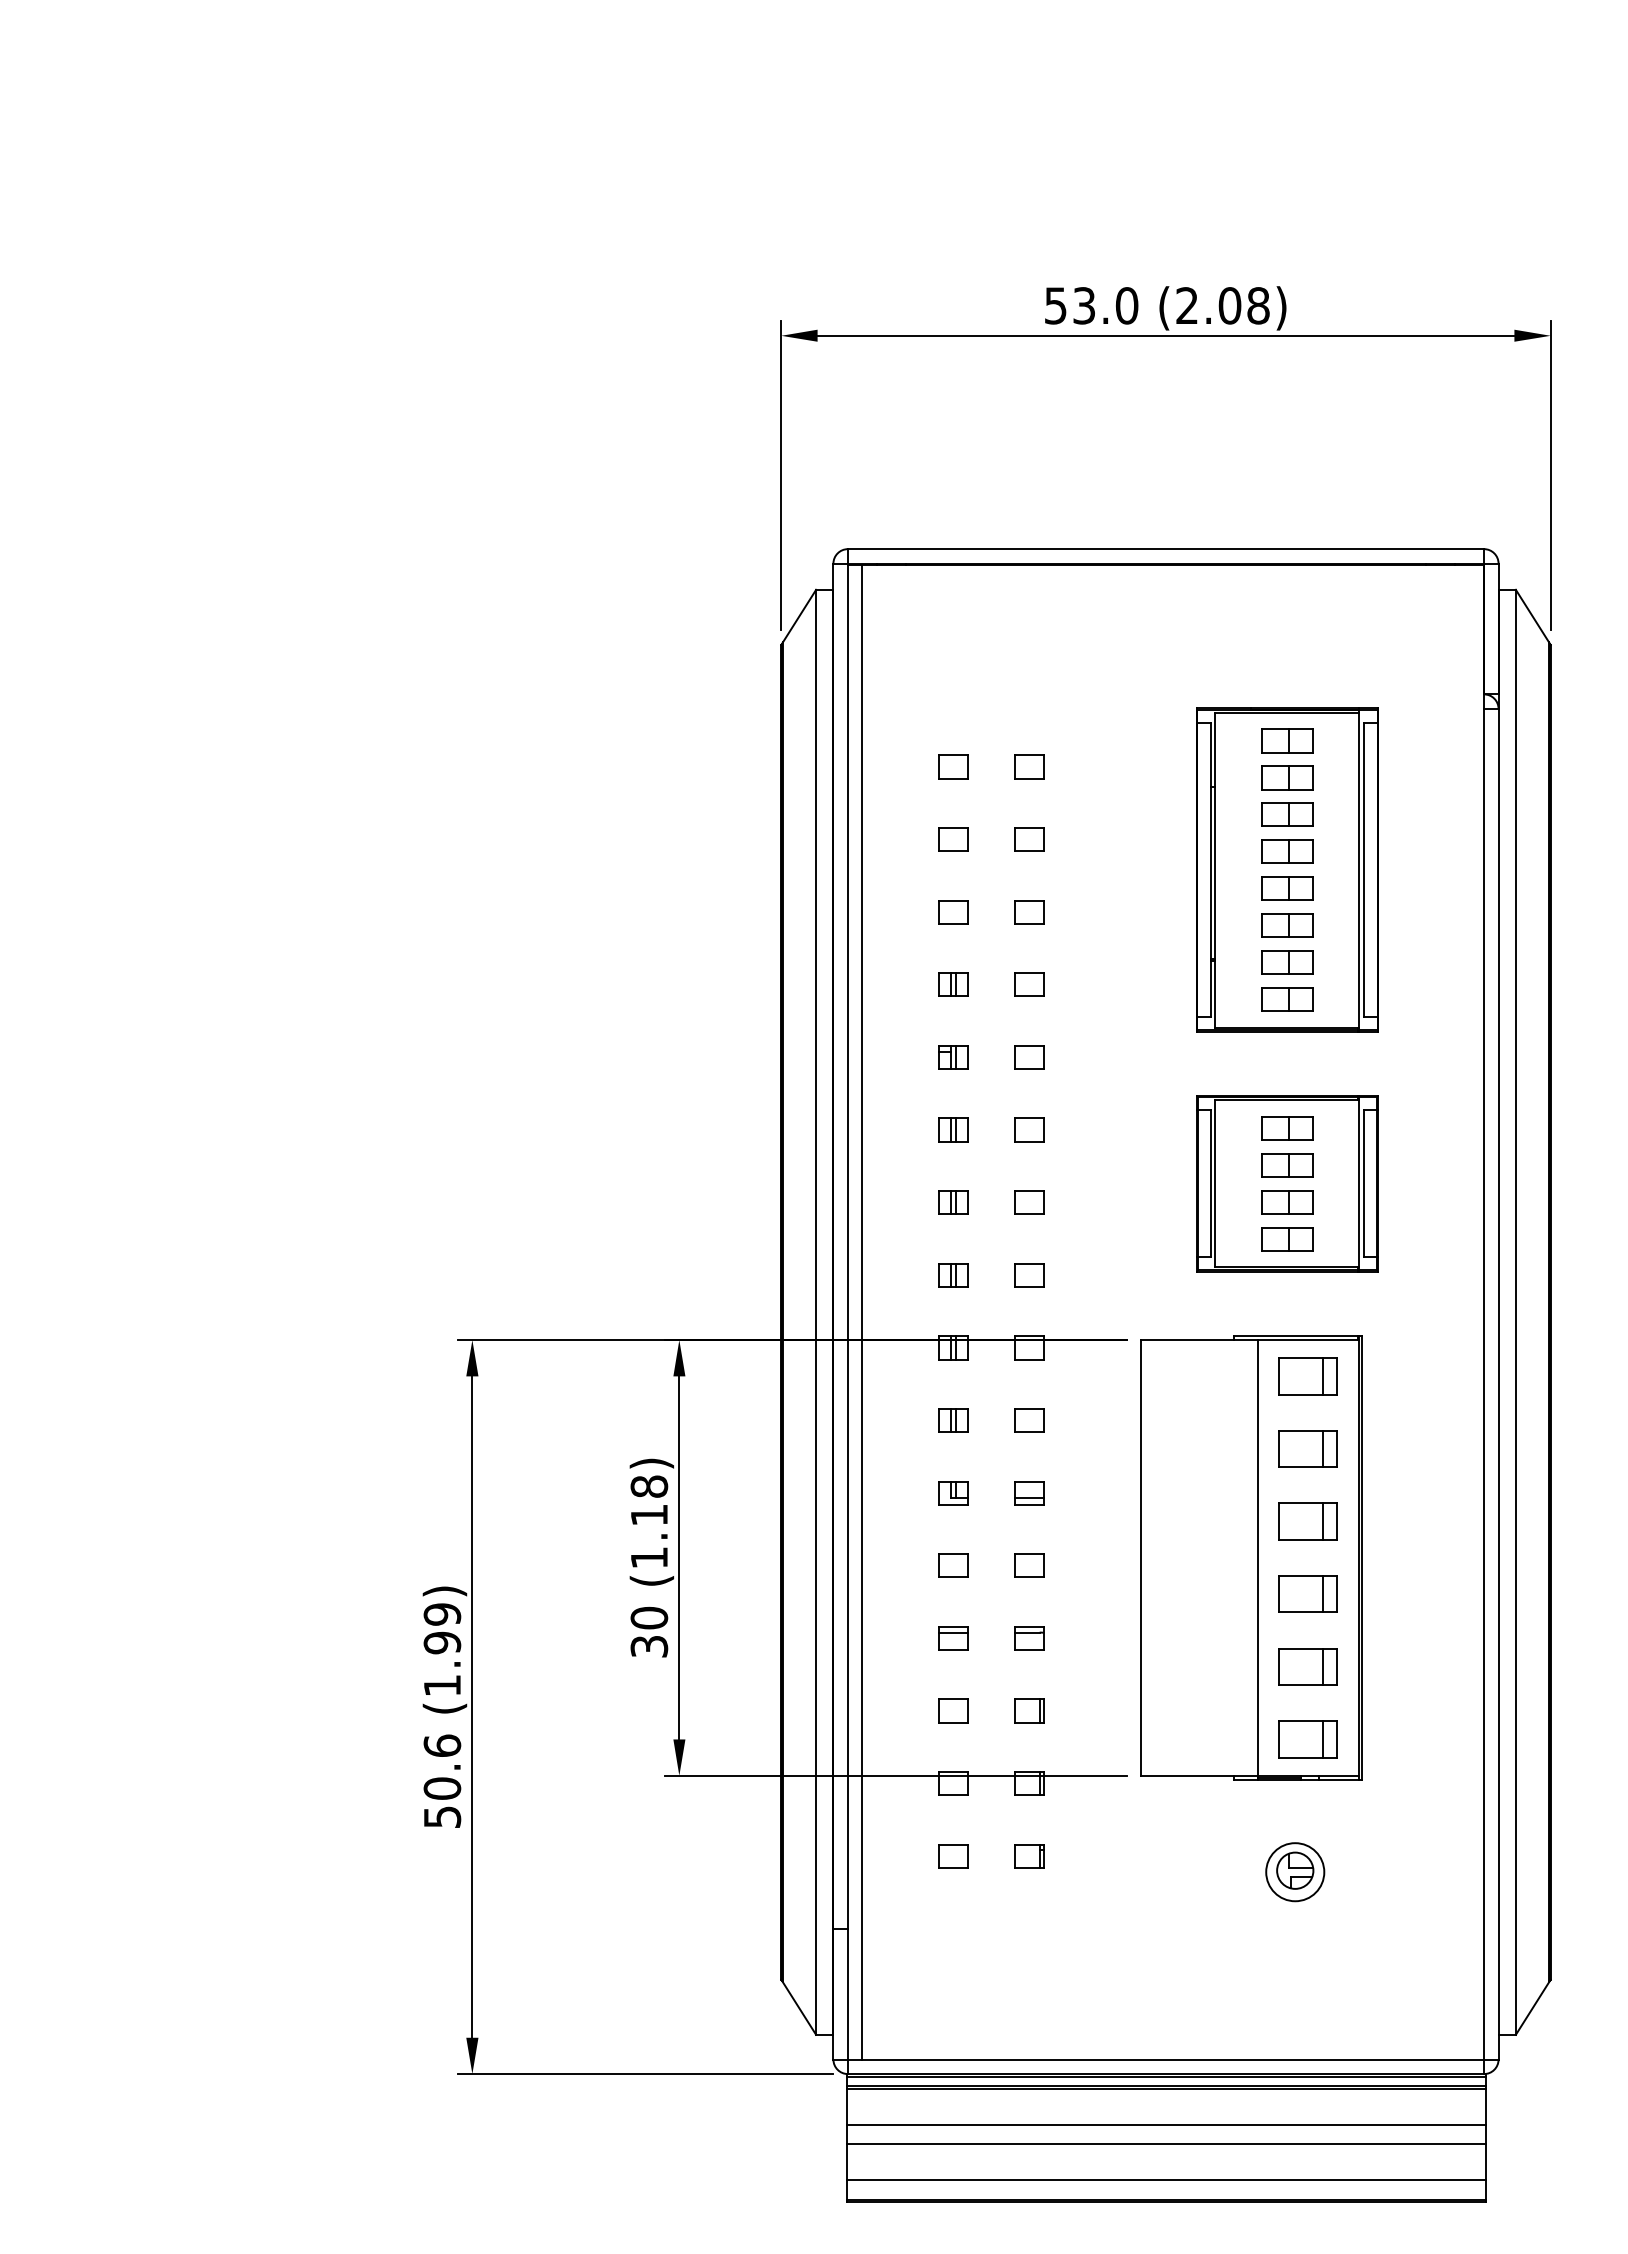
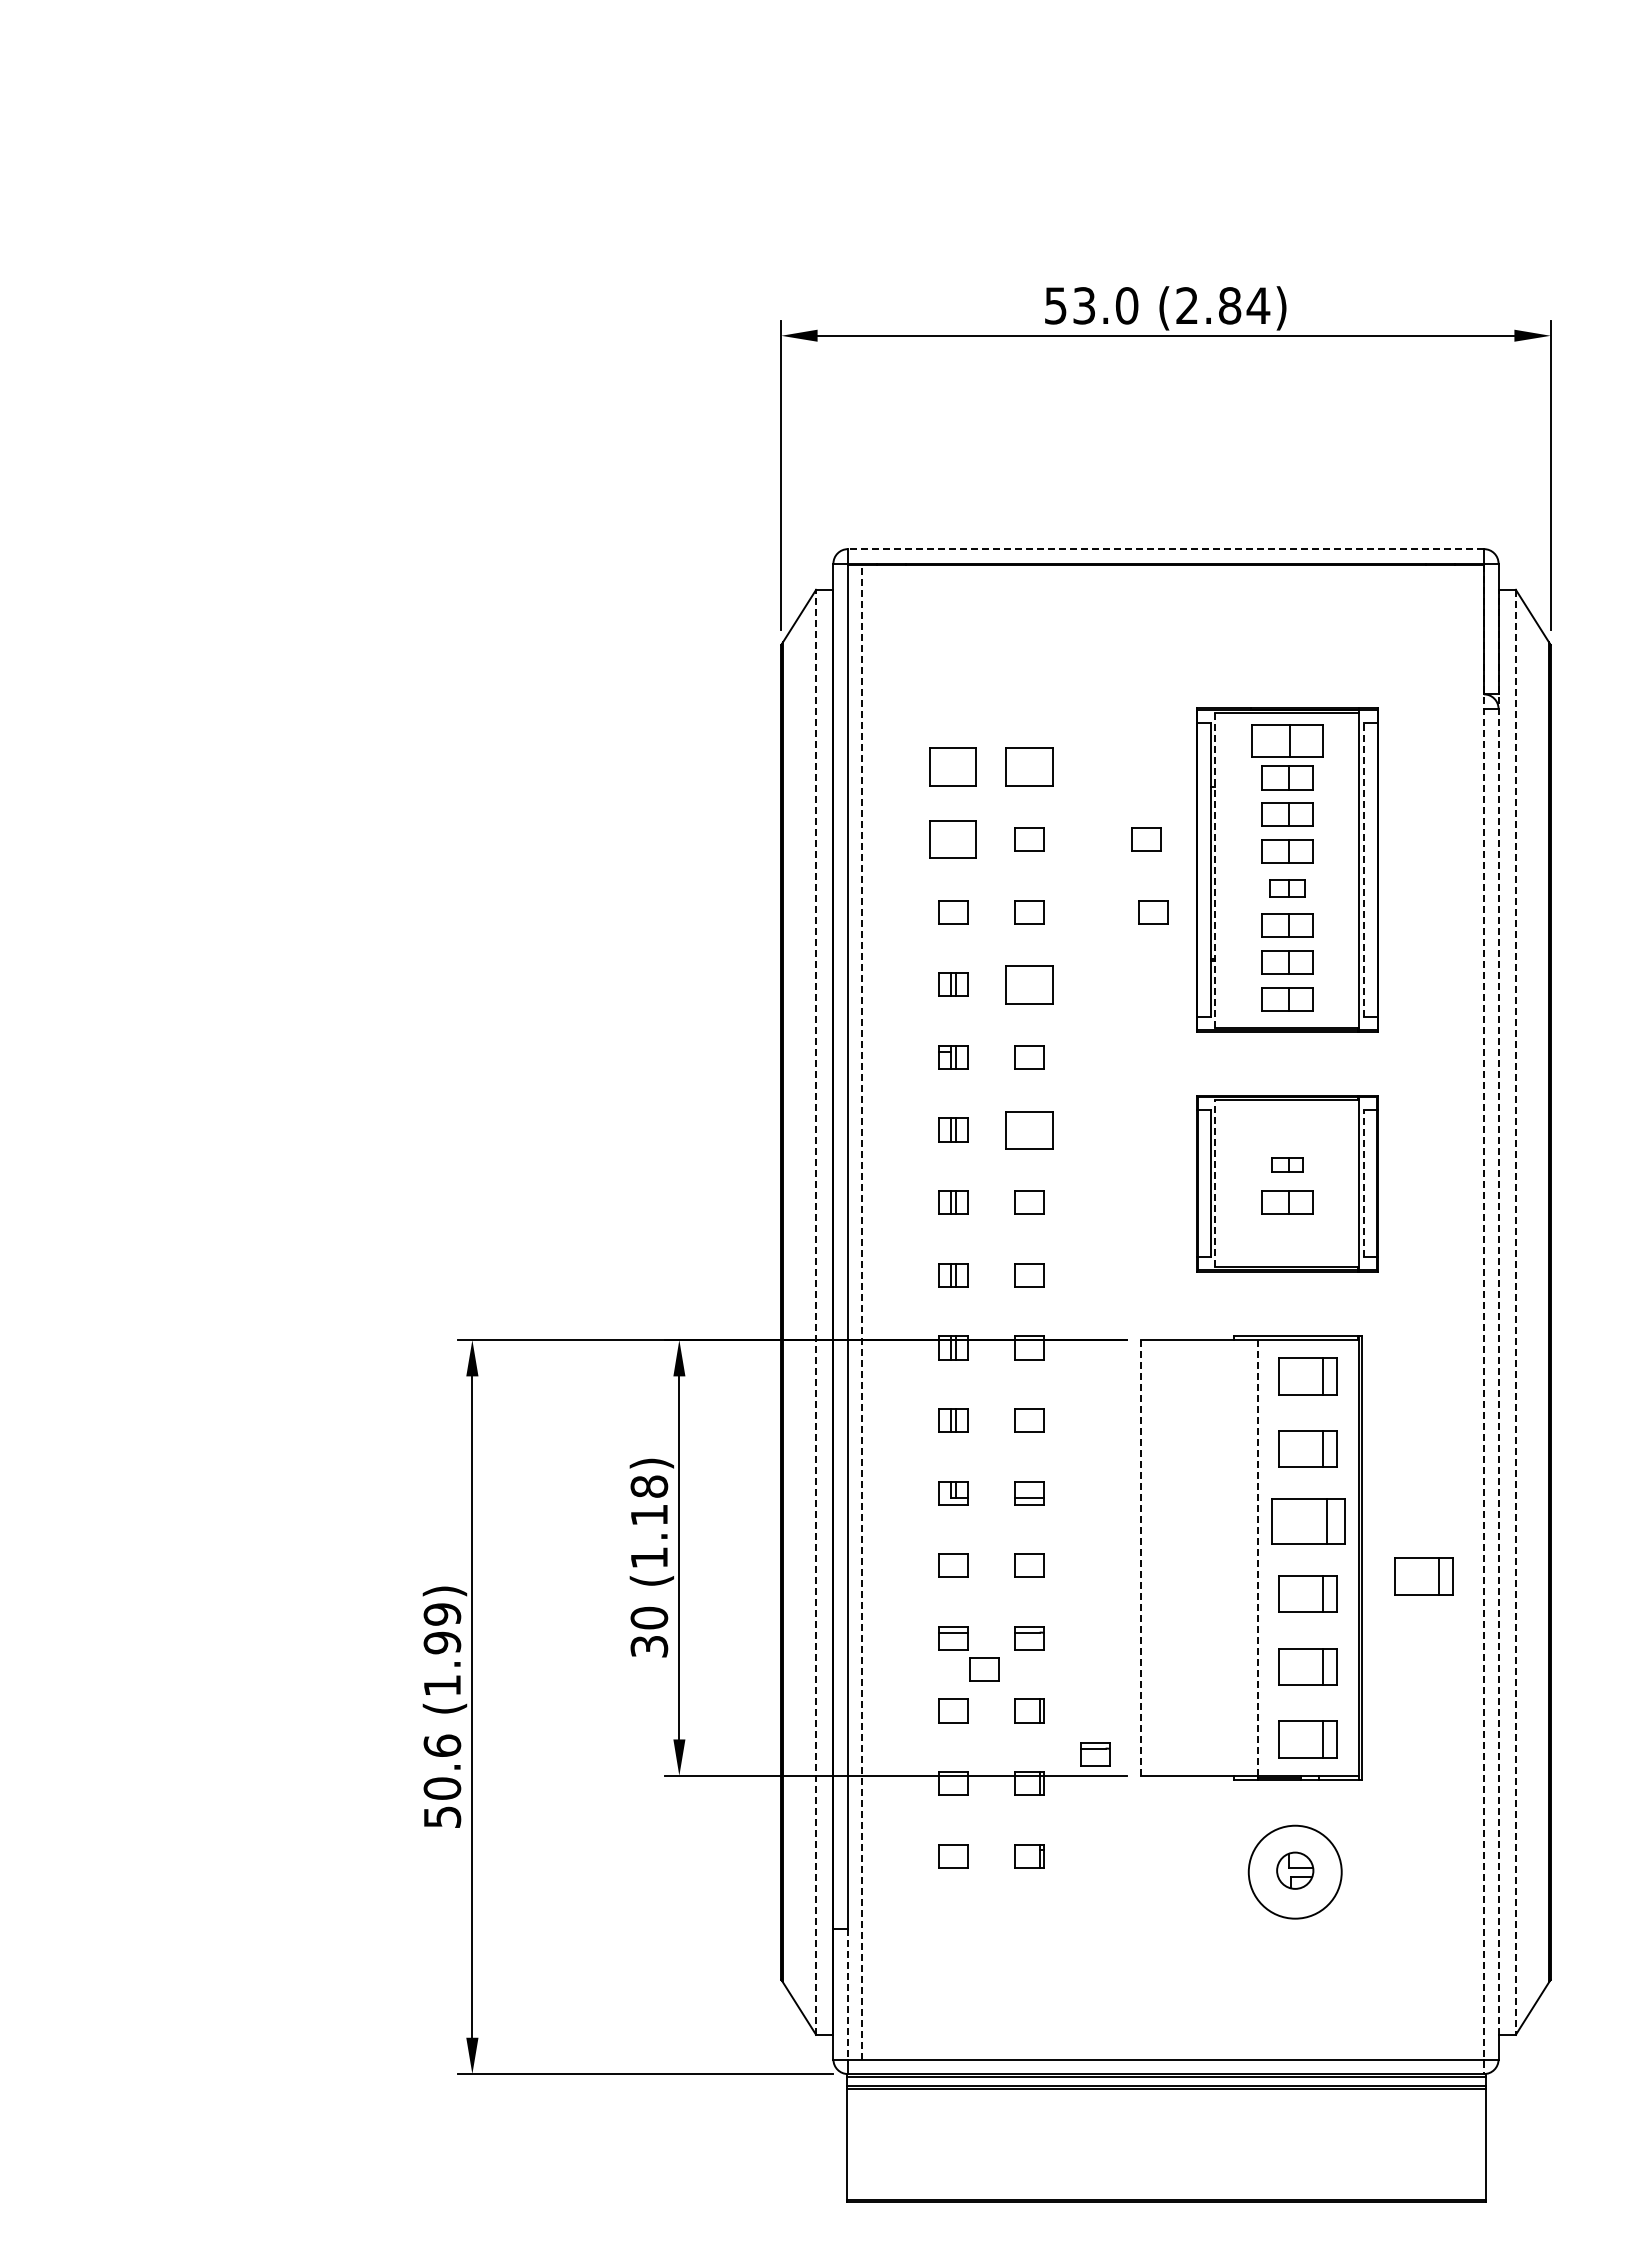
text at (1244, 305): (2.08) -> (2.84)
line at (1165, 549): solid -> dashed
part at (1287, 740) size: 53x26 px -> 73x34 px
part at (953, 766) size: 31x26 px -> 48x40 px
part at (1029, 766) size: 31x26 px -> 49x40 px
part at (953, 839) size: 31x25 px -> 48x39 px
part at (1146, 839): none -> present
line at (1215, 869): solid -> dashed
line at (1363, 869): solid -> dashed
part at (1287, 888) size: 53x25 px -> 37x19 px
part at (1153, 912): none -> present
part at (1029, 984) size: 31x25 px -> 49x40 px
part at (1287, 1128): present -> none
part at (1029, 1129) size: 31x26 px -> 49x39 px
part at (1287, 1165) size: 53x25 px -> 33x16 px
line at (1215, 1183): solid -> dashed
line at (1363, 1183): solid -> dashed
part at (1287, 1239): present -> none
line at (862, 1311): solid -> dashed
line at (816, 1312): solid -> dashed
line at (1498, 1312): solid -> dashed
line at (1515, 1312): solid -> dashed
line at (1484, 1320): solid -> dashed
part at (1307, 1521) size: 60x39 px -> 75x47 px
line at (1141, 1557): solid -> dashed
line at (1257, 1557): solid -> dashed
part at (1423, 1576): none -> present
part at (984, 1669): none -> present
part at (1095, 1754): none -> present
circle at (1295, 1872) diameter: 58 px -> 93 px
line at (847, 1994): solid -> dashed
line at (1165, 2124): present -> none
line at (1165, 2143): present -> none
line at (1165, 2180): present -> none
